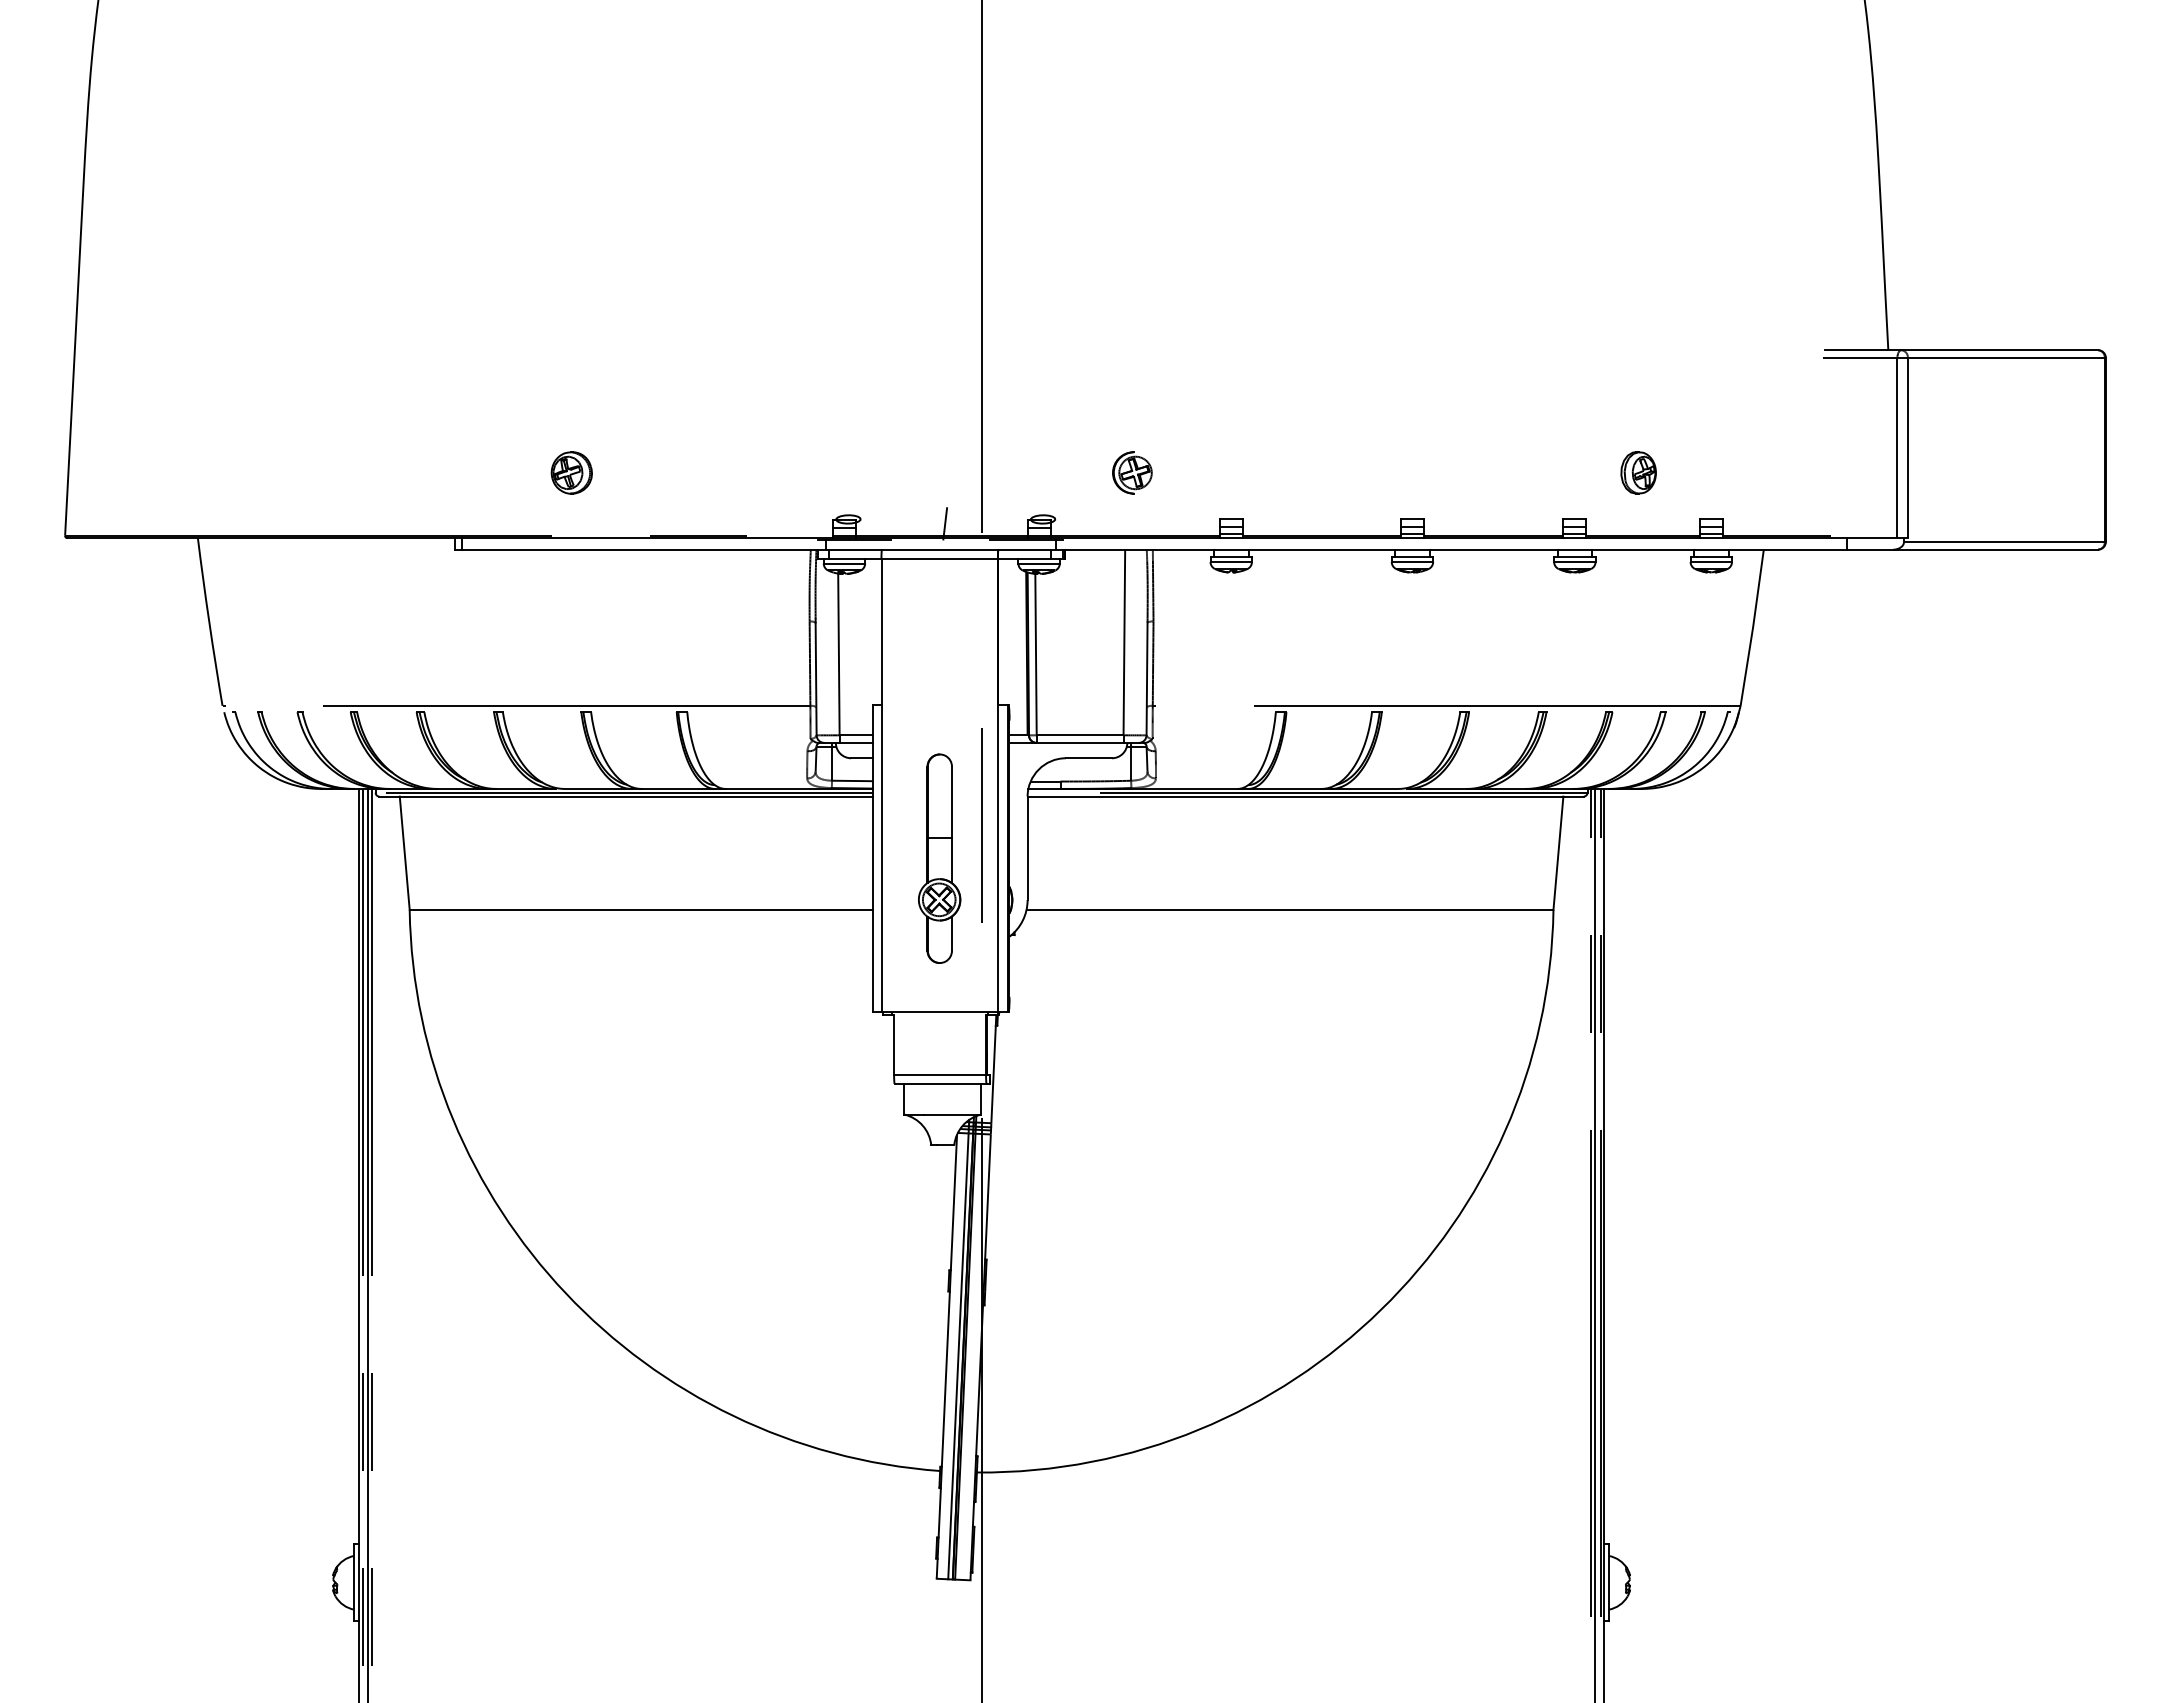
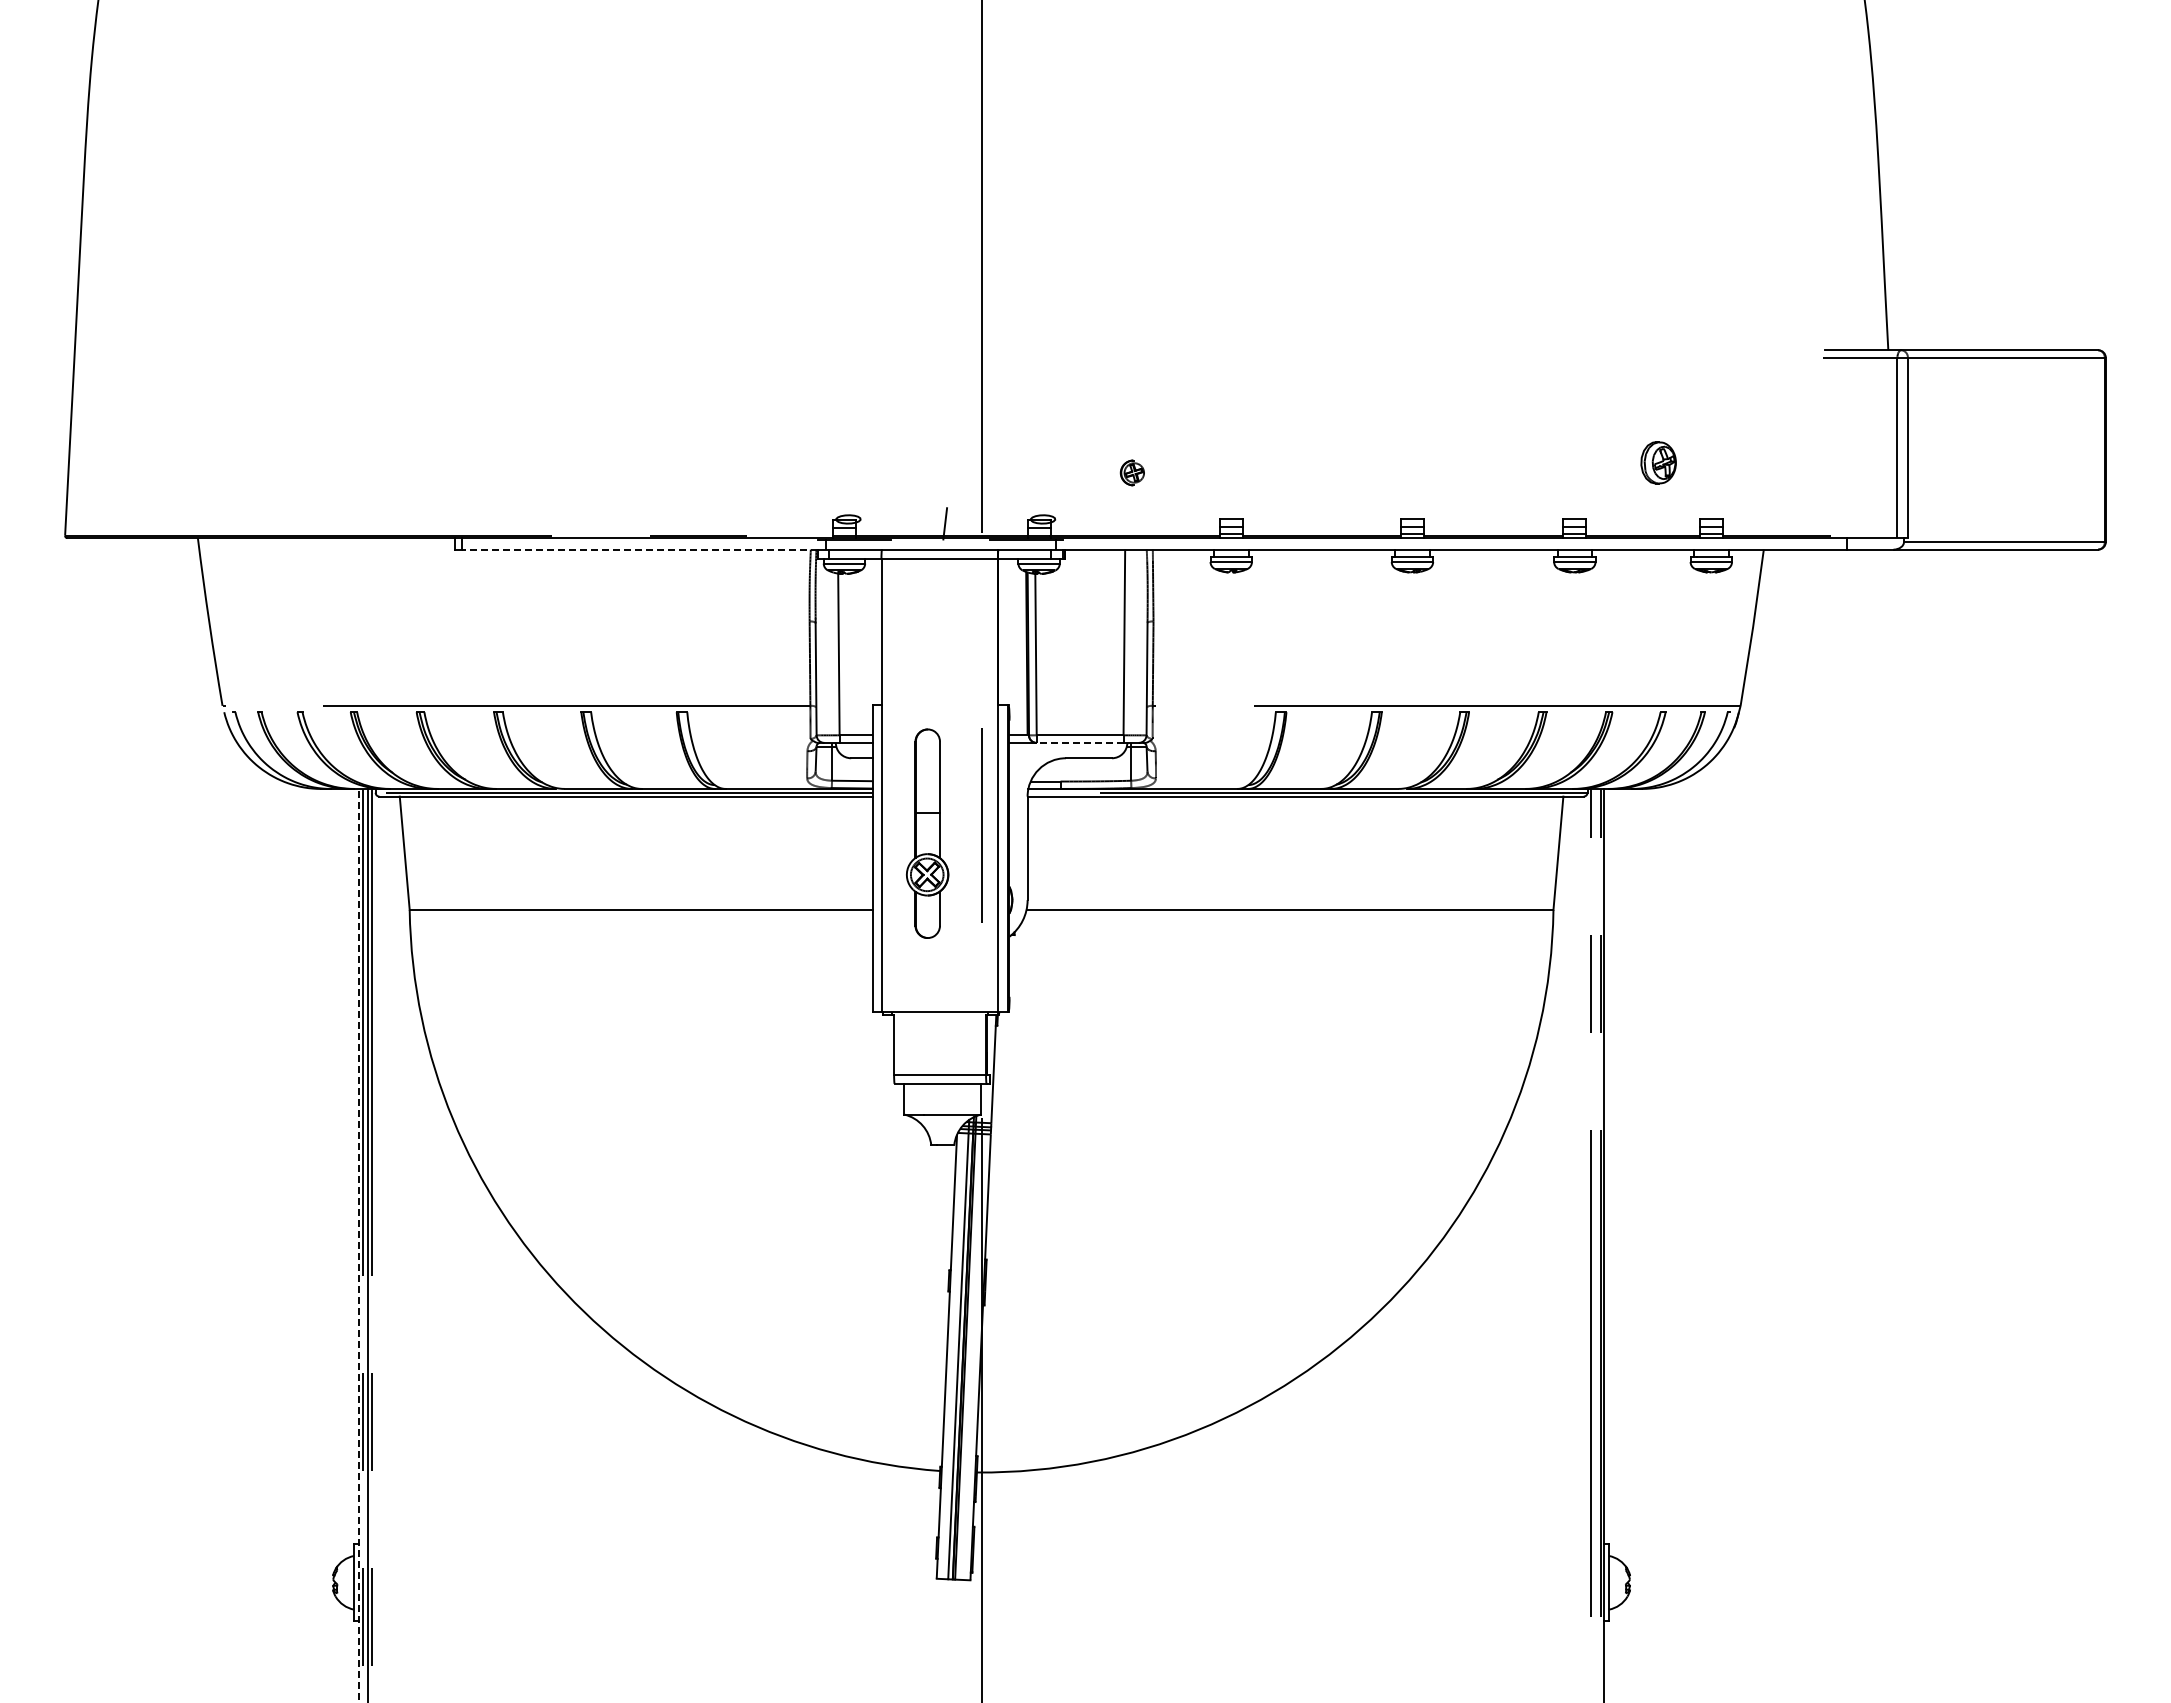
part at (571, 472): present -> none
part at (1132, 472) size: 41x44 px -> 26x28 px
part at (1638, 472) position: (1638, 472) -> (1658, 462)
line at (640, 549): solid -> dashed
line at (1079, 742): solid -> dashed
part at (939, 858) position: (939, 858) -> (927, 833)
line at (1595, 1243): present -> none
line at (358, 1245): solid -> dashed
